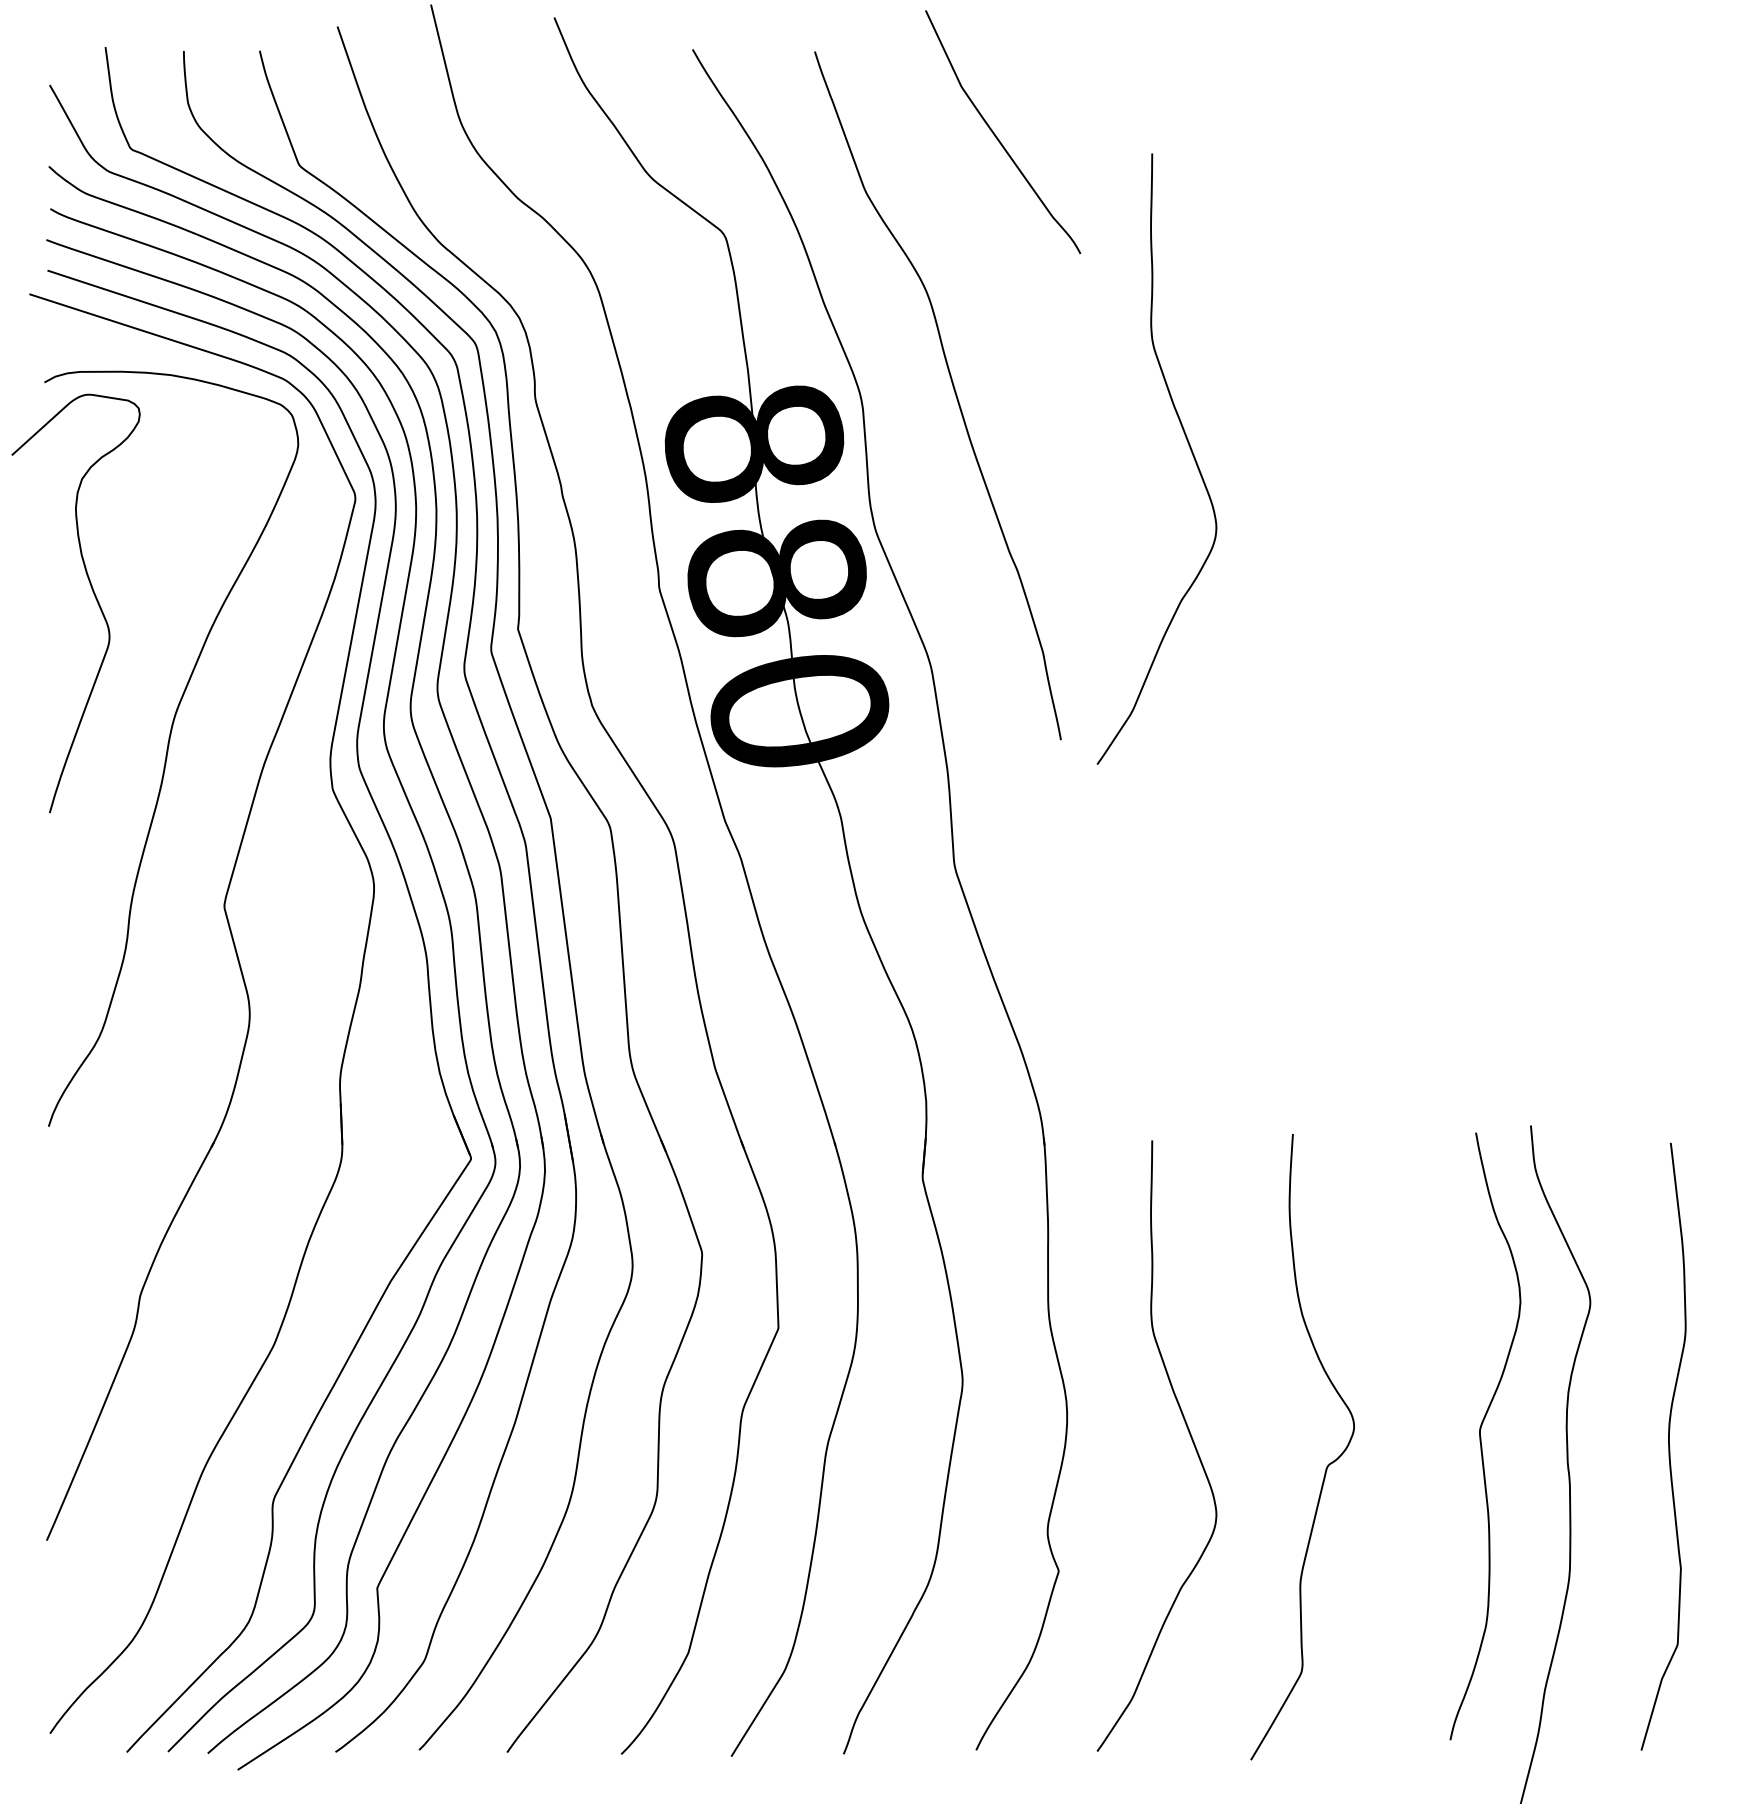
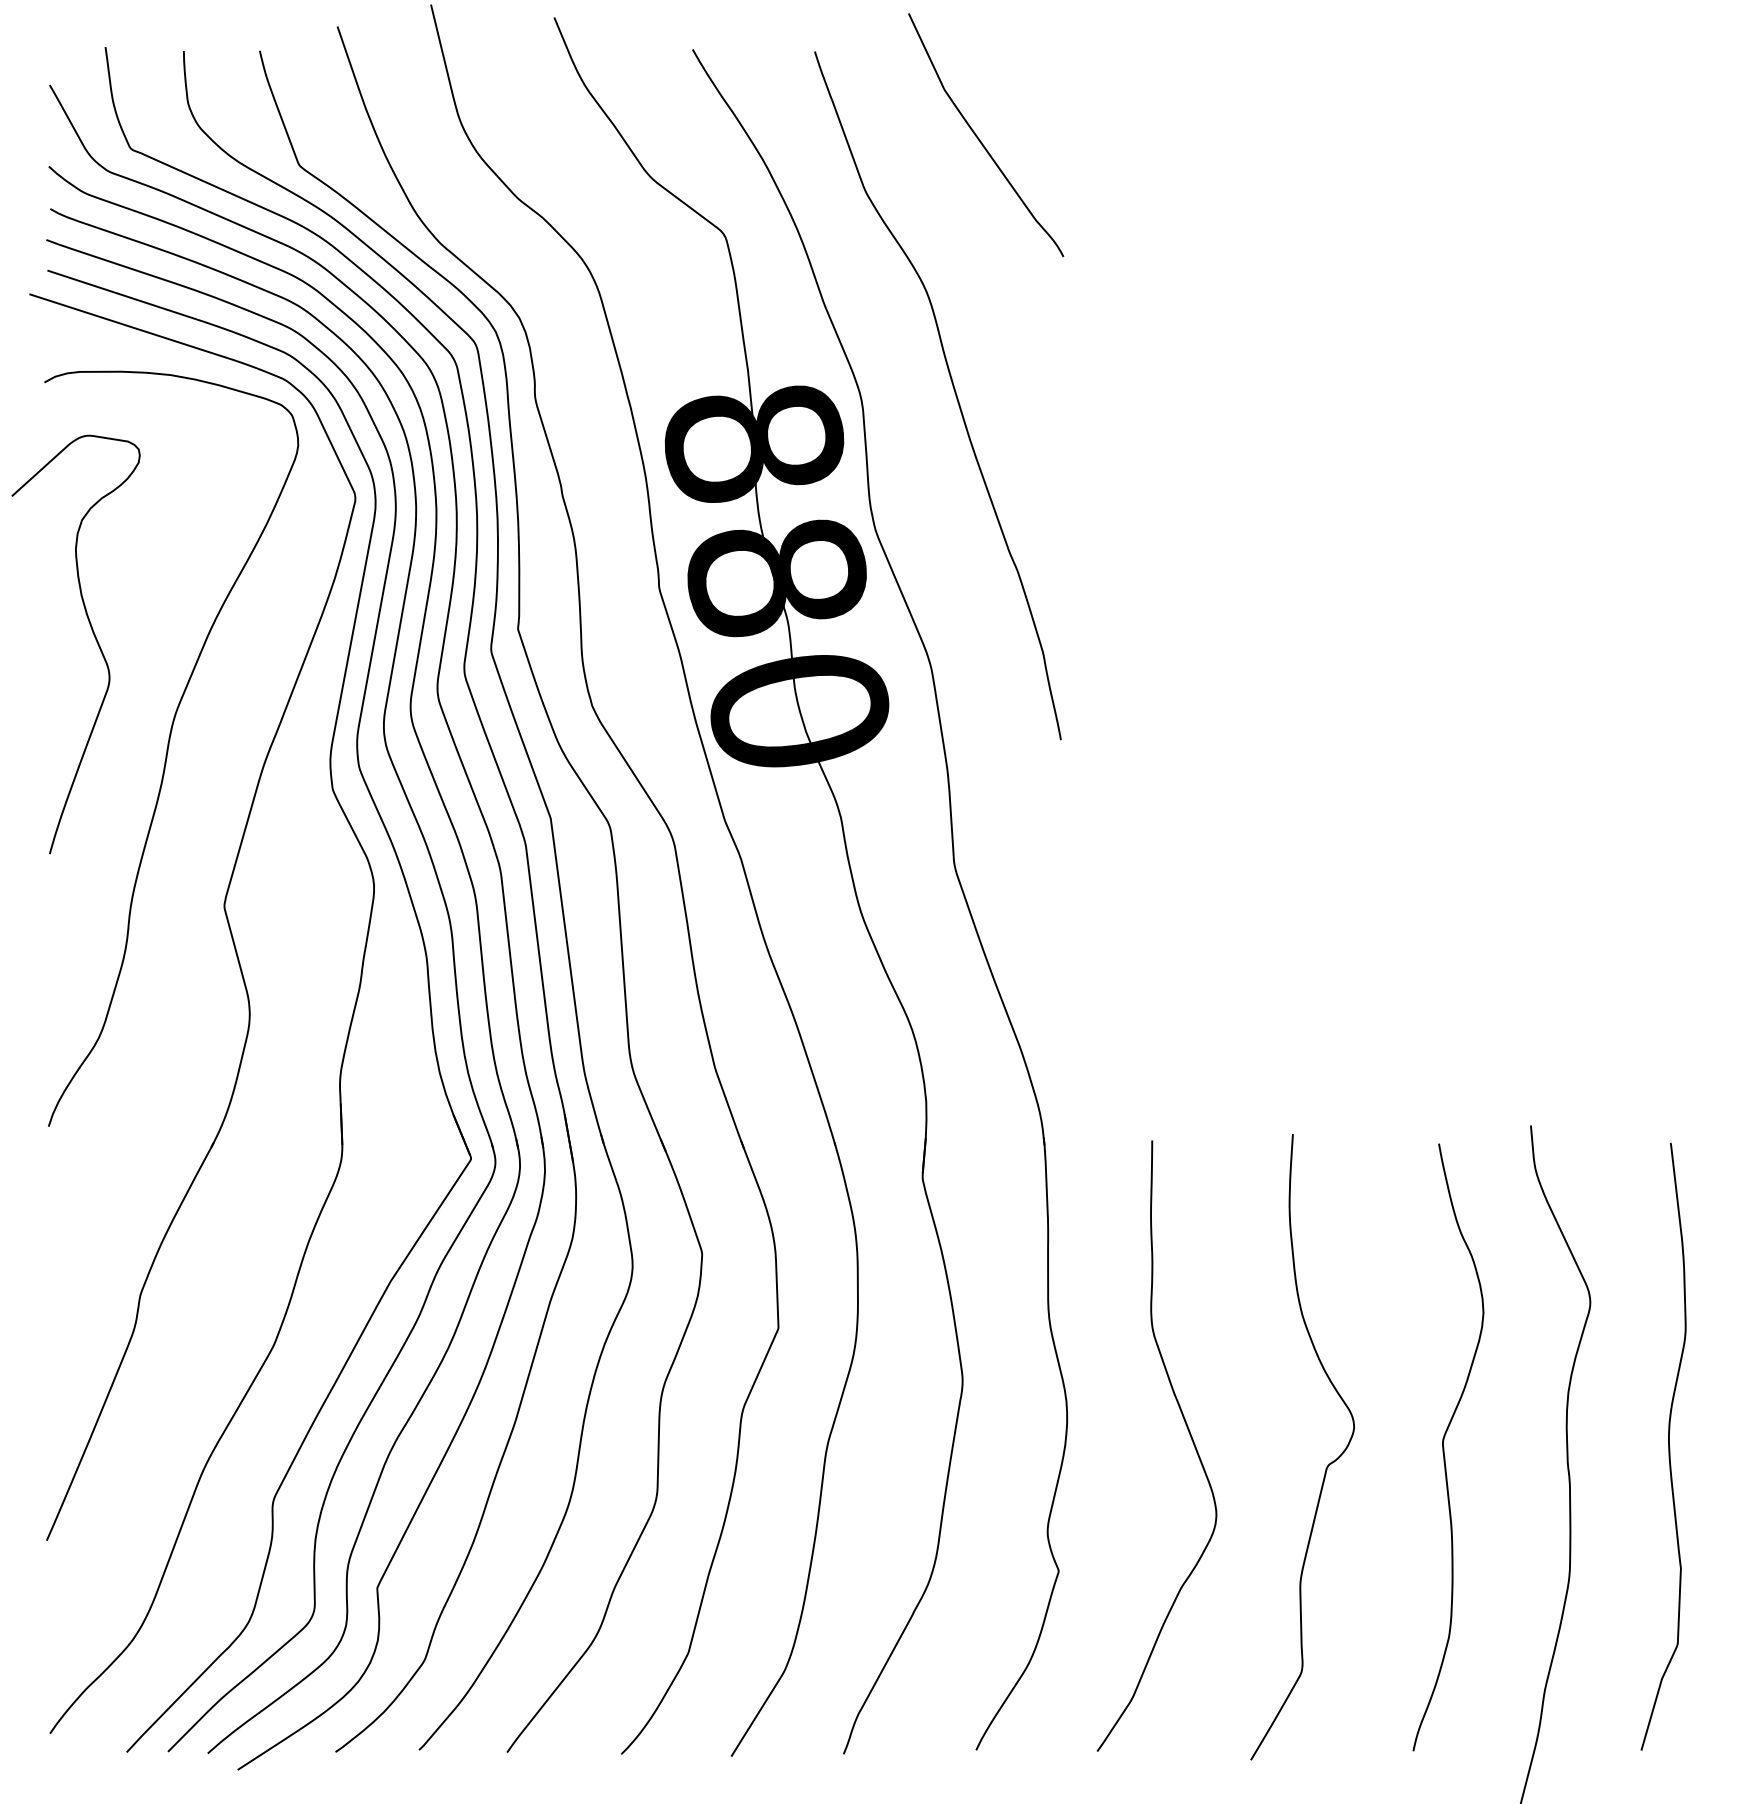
curve at (996, 135) position: (996, 135) -> (979, 138)
curve at (1189, 448): present -> none
curve at (93, 594) position: (93, 594) -> (93, 635)
curve at (1481, 1436) position: (1481, 1436) -> (1444, 1447)
